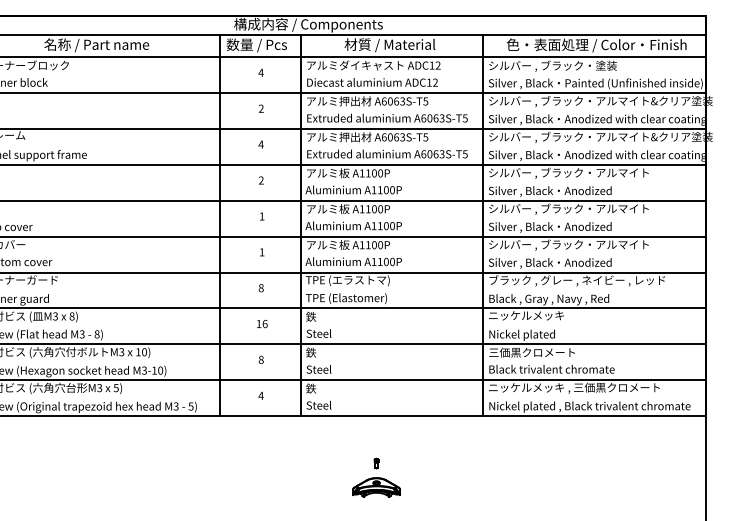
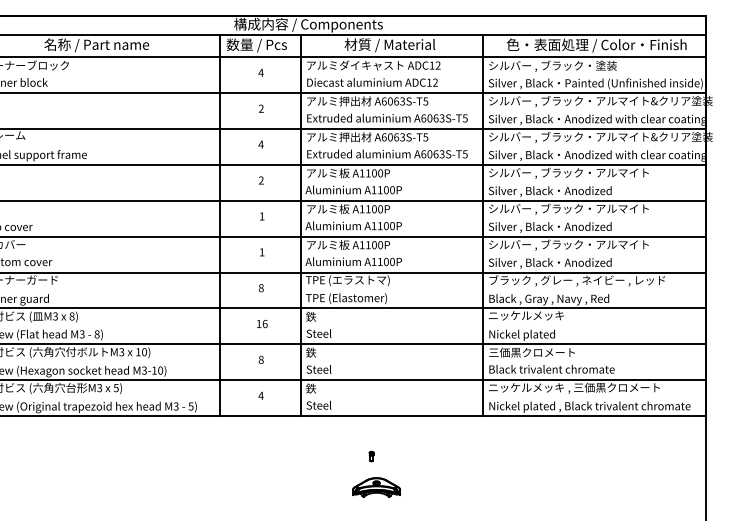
part at (376, 463) position: (376, 463) -> (371, 456)
